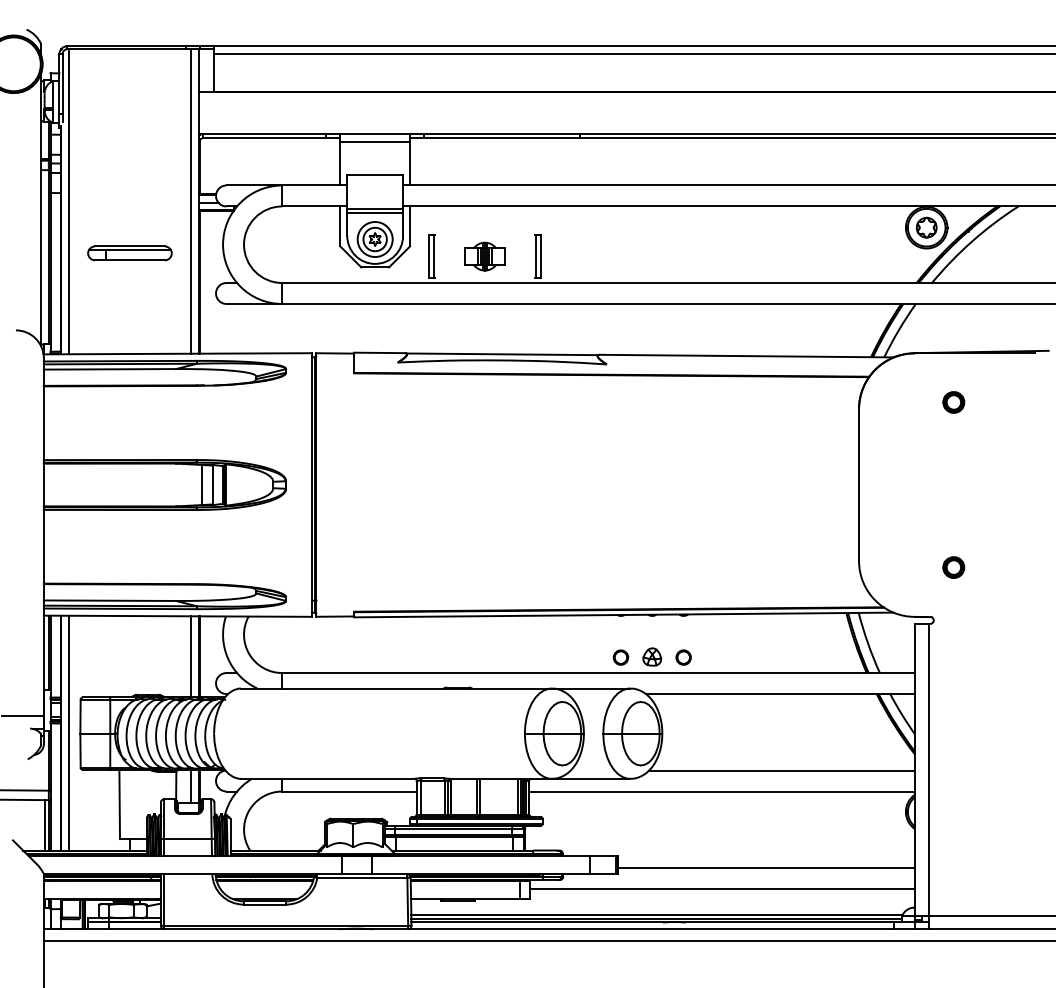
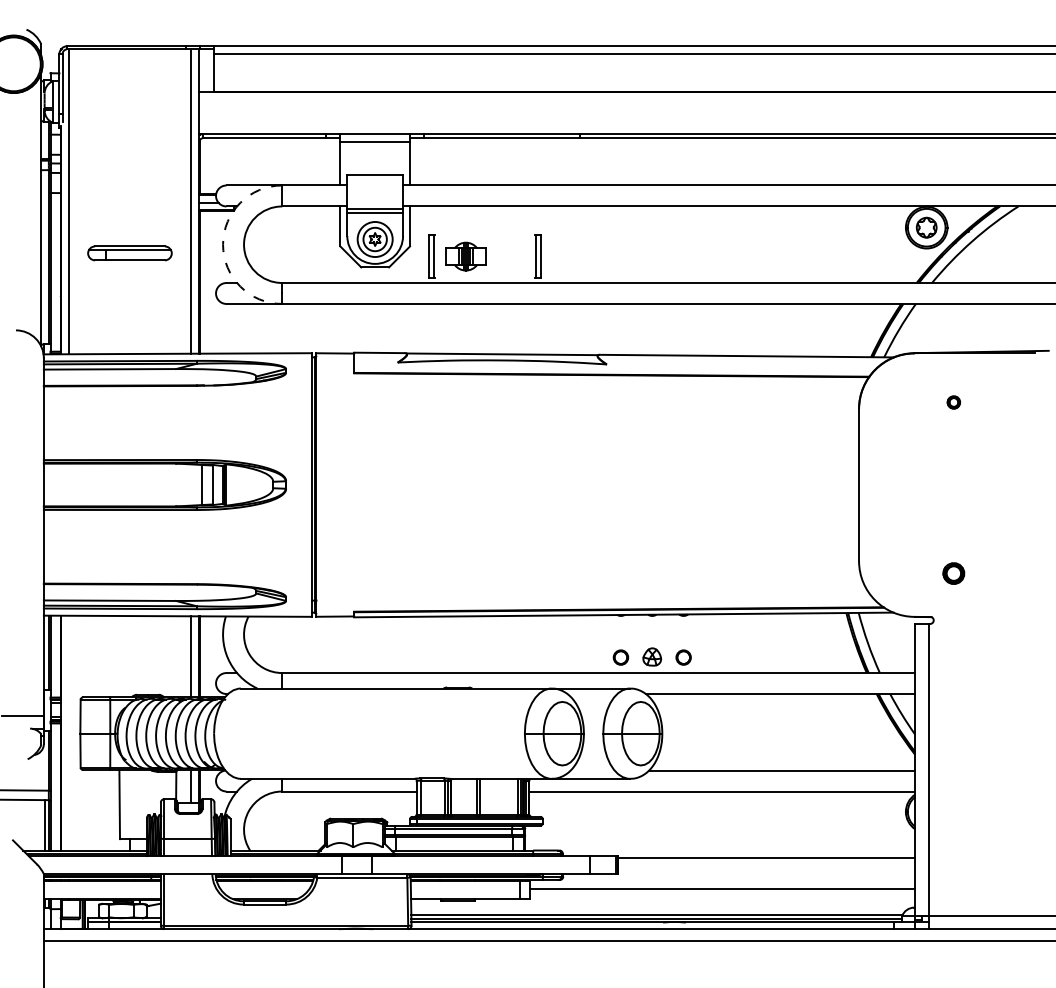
arc at (223, 244): solid -> dashed
part at (484, 256) position: (484, 256) -> (465, 256)
part at (953, 402) size: 24x23 px -> 15x15 px
part at (953, 567) position: (953, 567) -> (953, 573)
line at (68, 732): present -> none
line at (766, 868) position: (766, 868) -> (766, 858)
